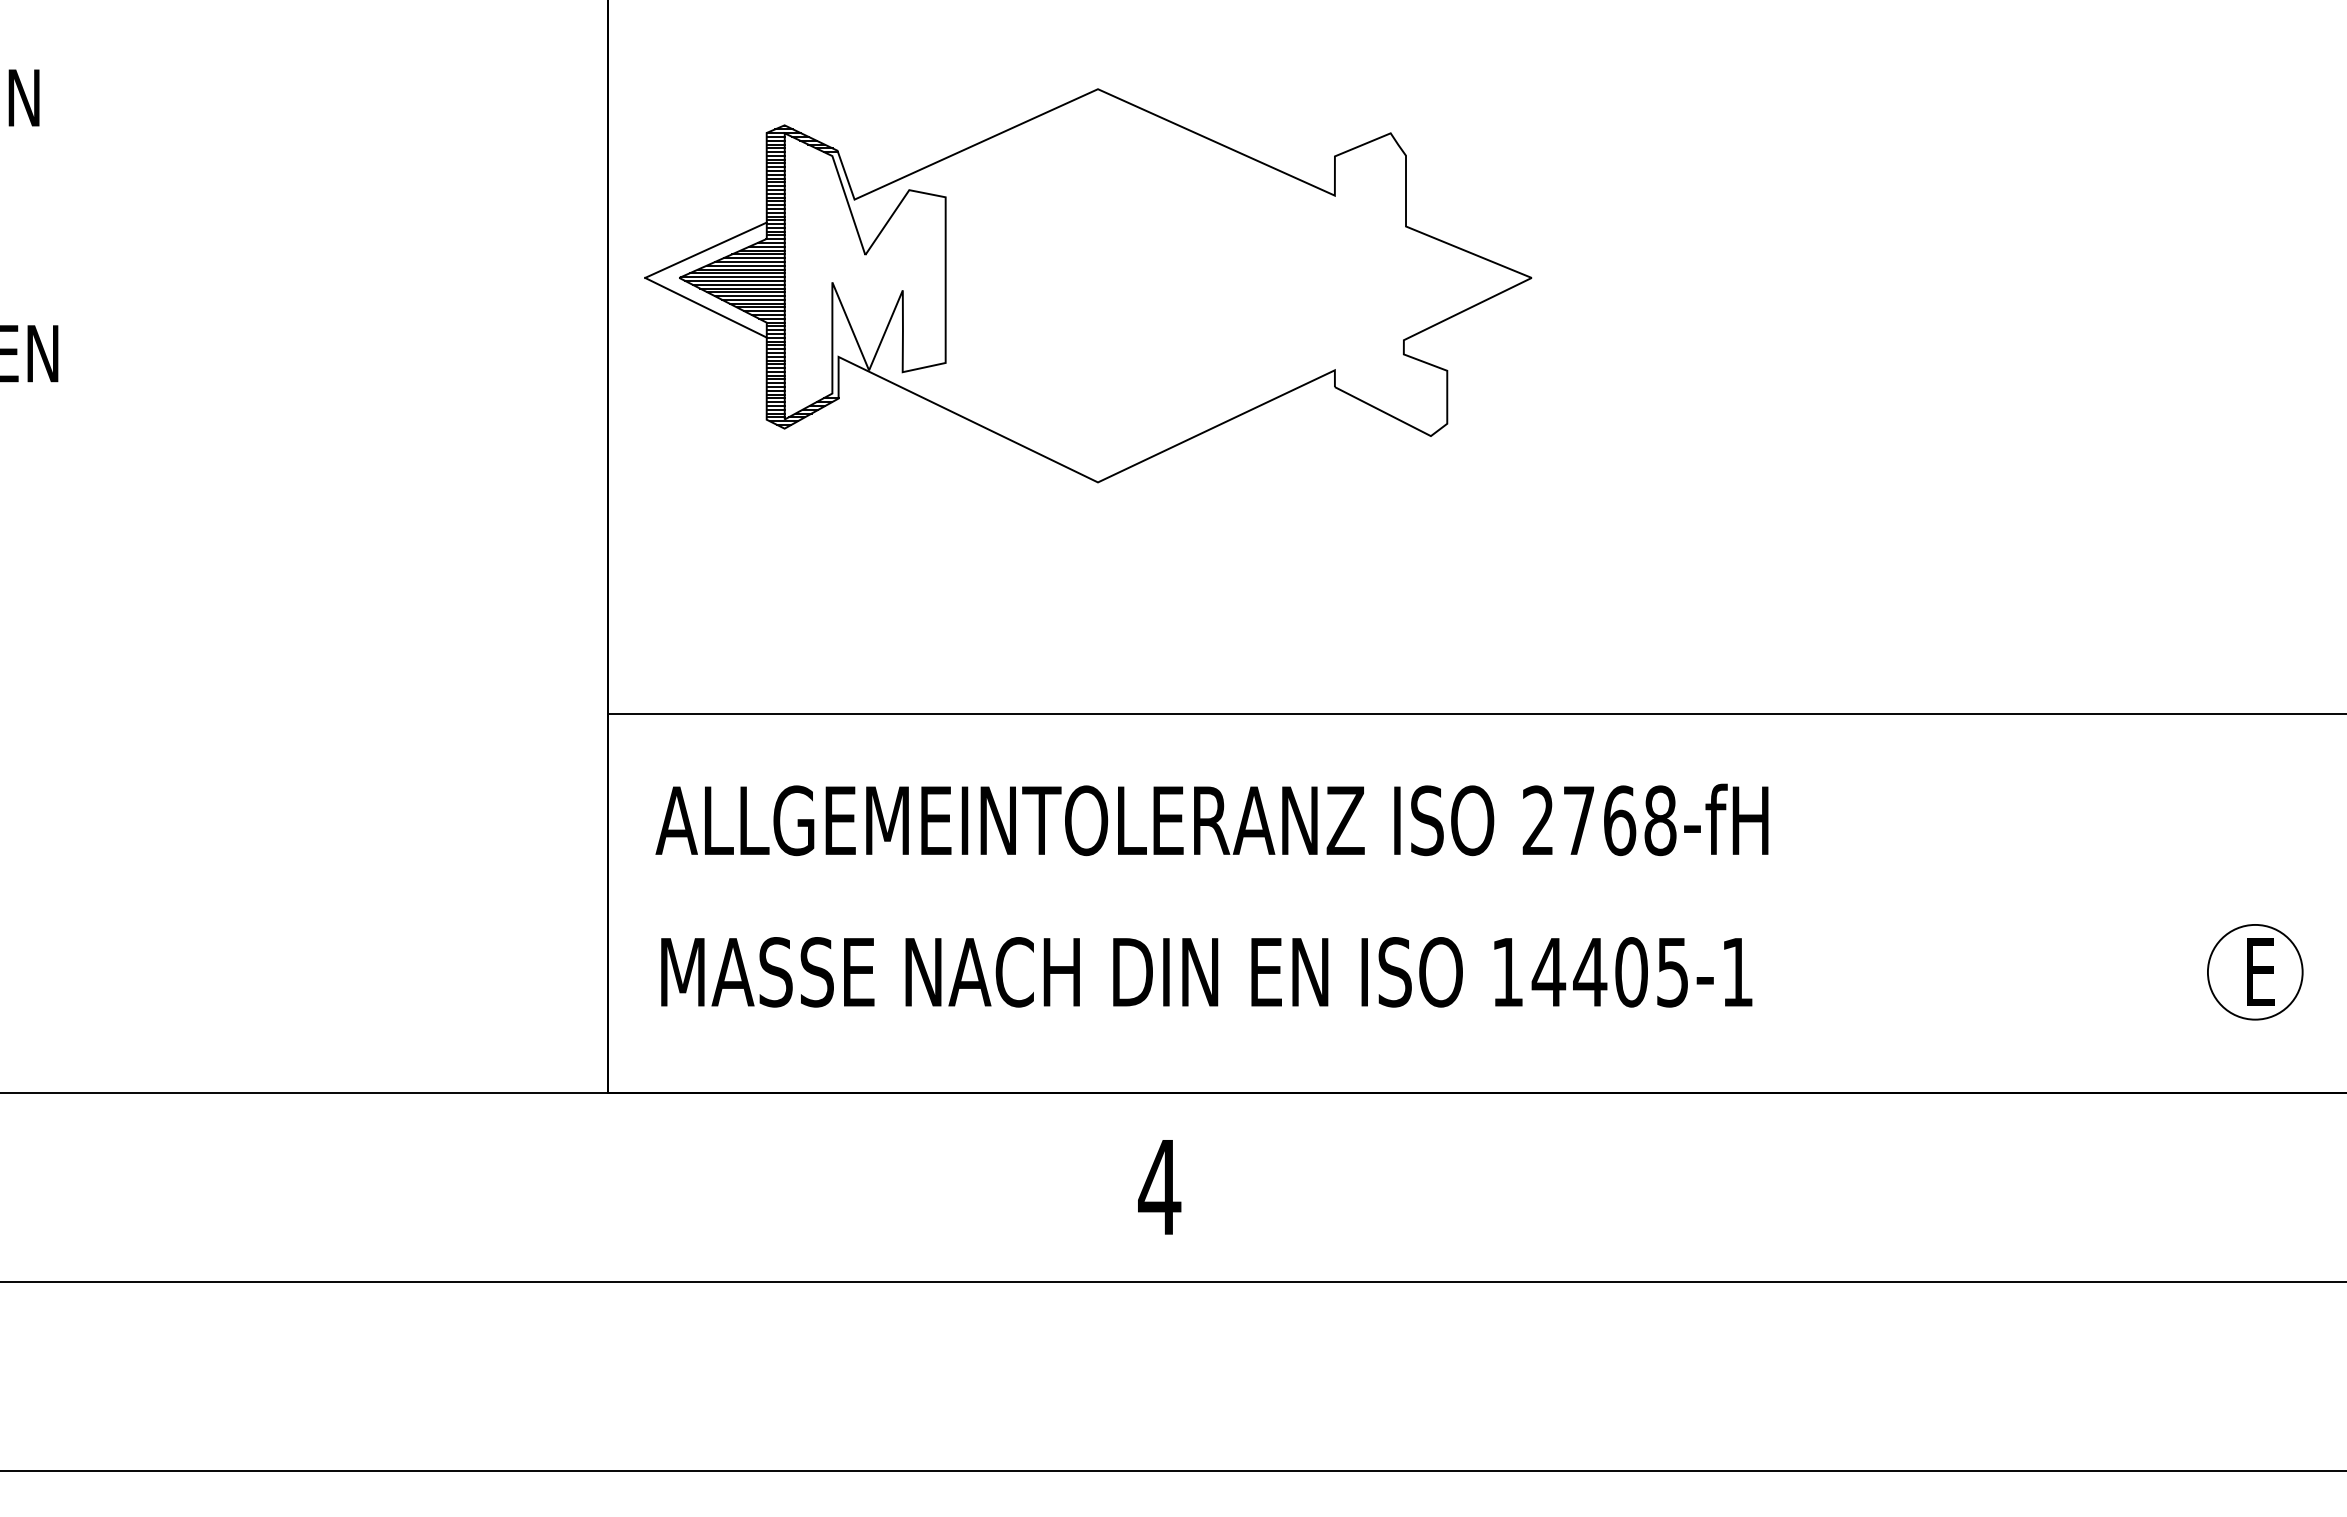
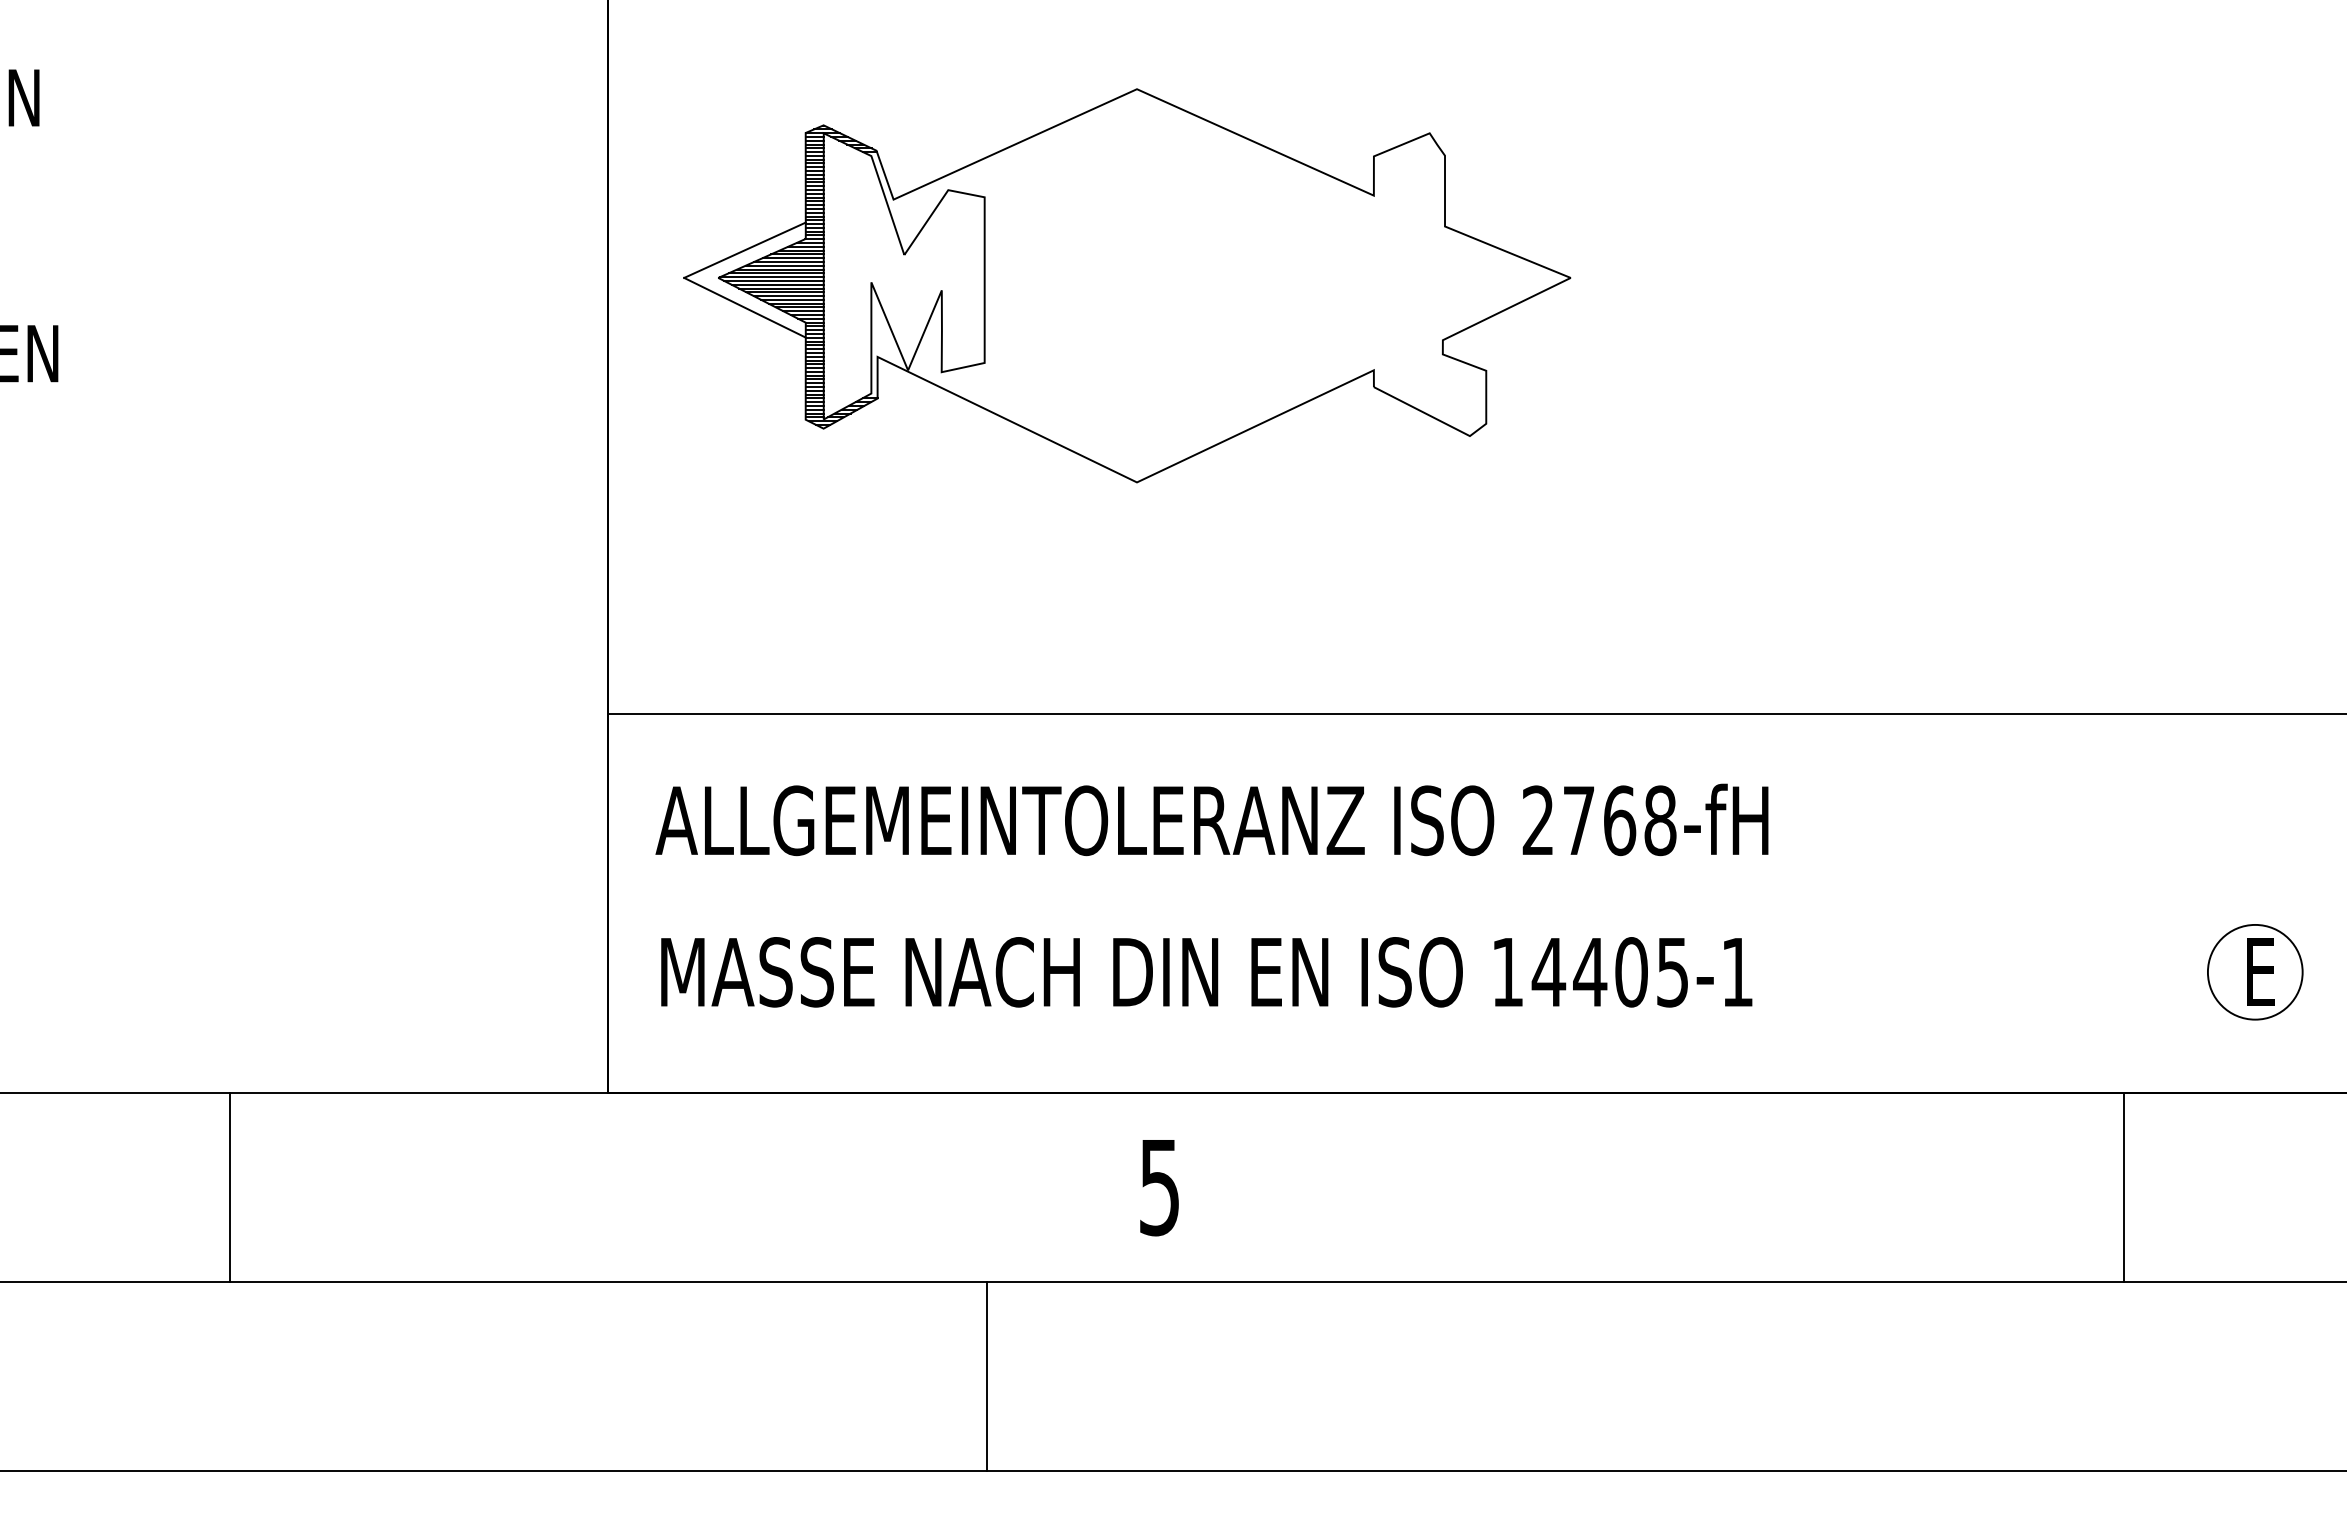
part at (1088, 285) position: (1088, 285) -> (1127, 285)
line at (229, 1187): none -> present
line at (2124, 1187): none -> present
text at (1159, 1188): 4 -> 5
line at (987, 1376): none -> present
